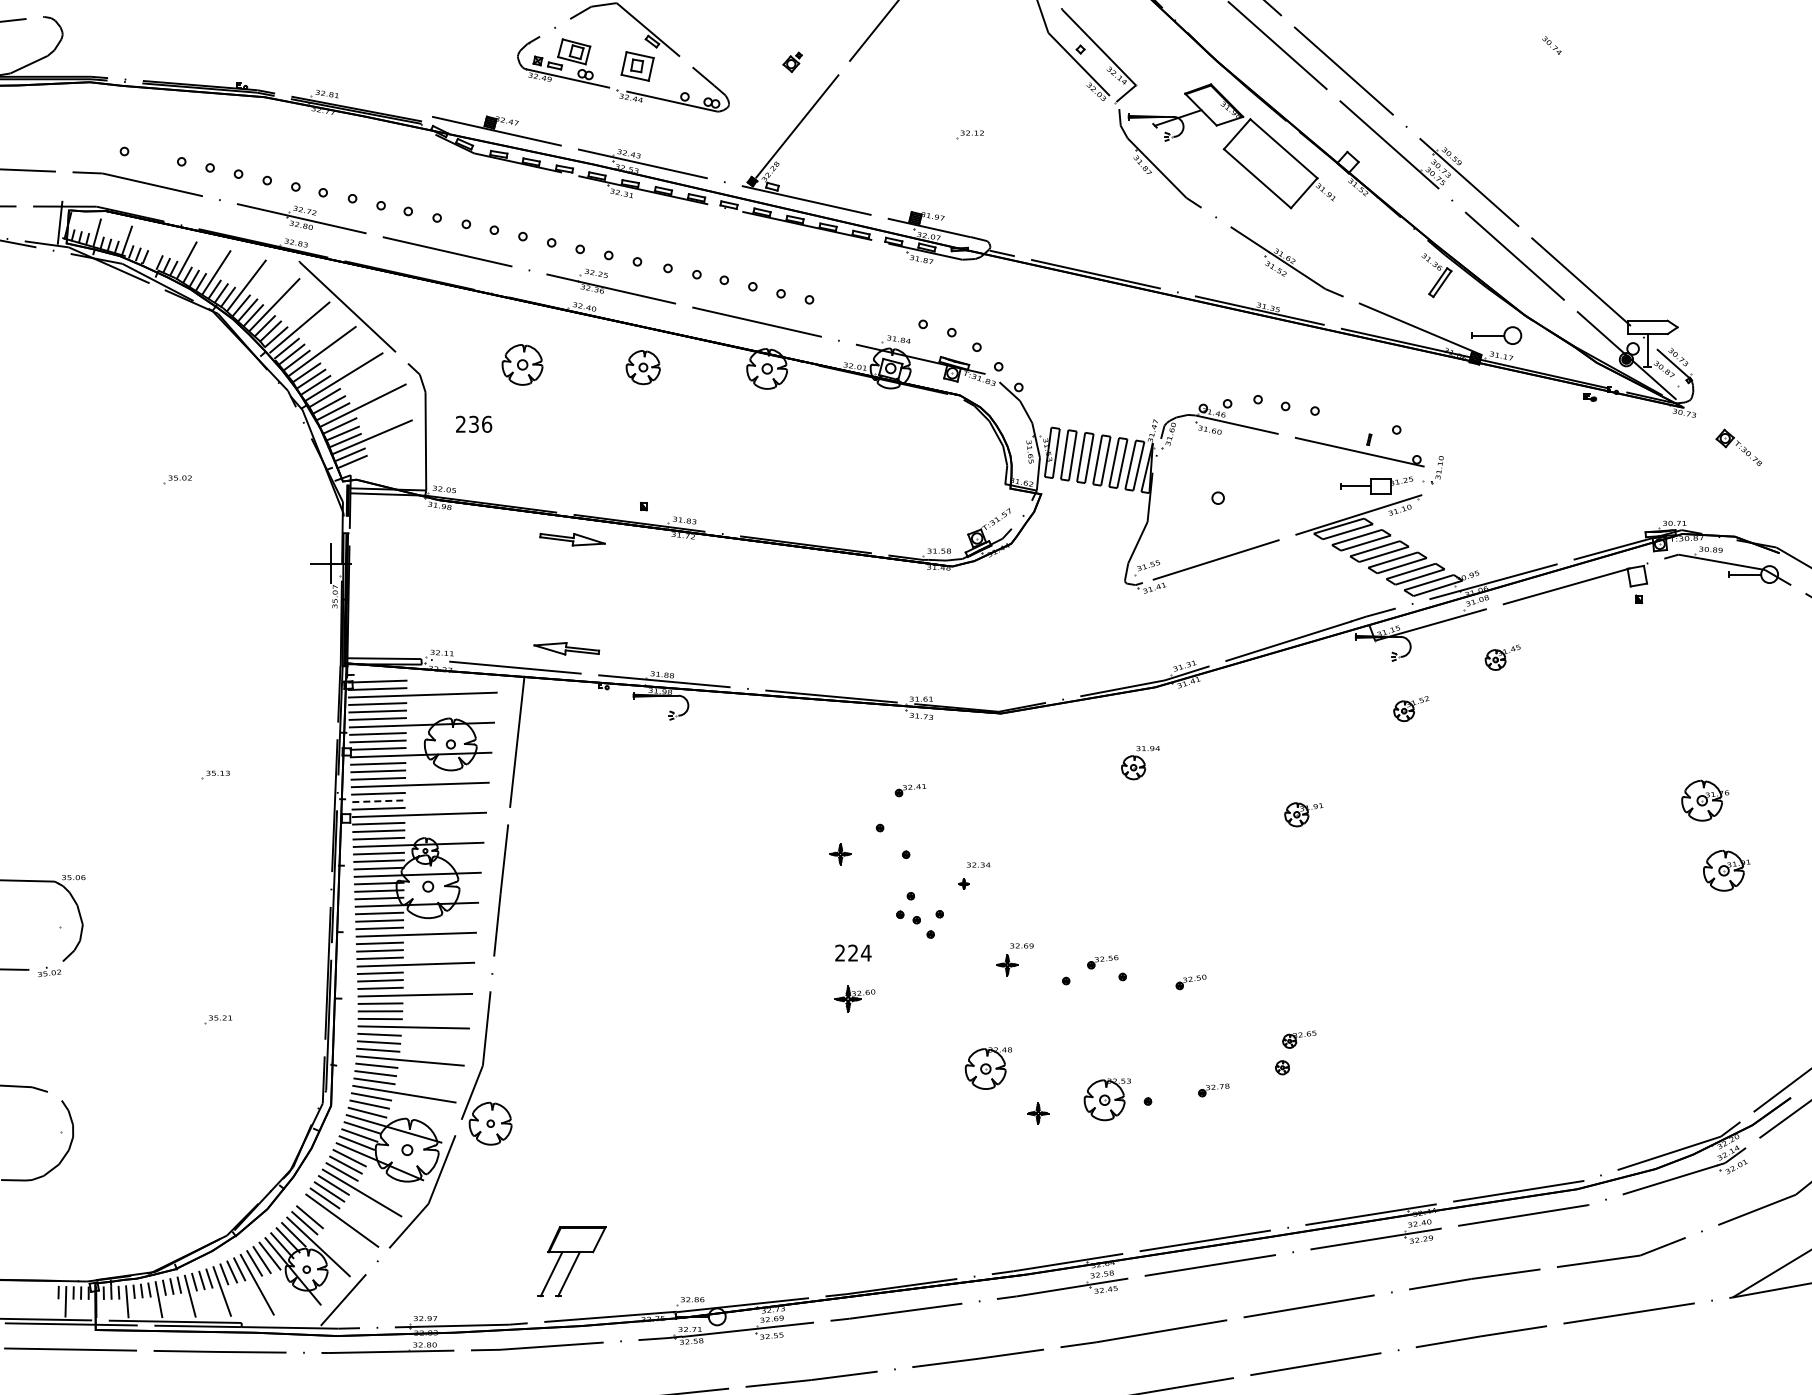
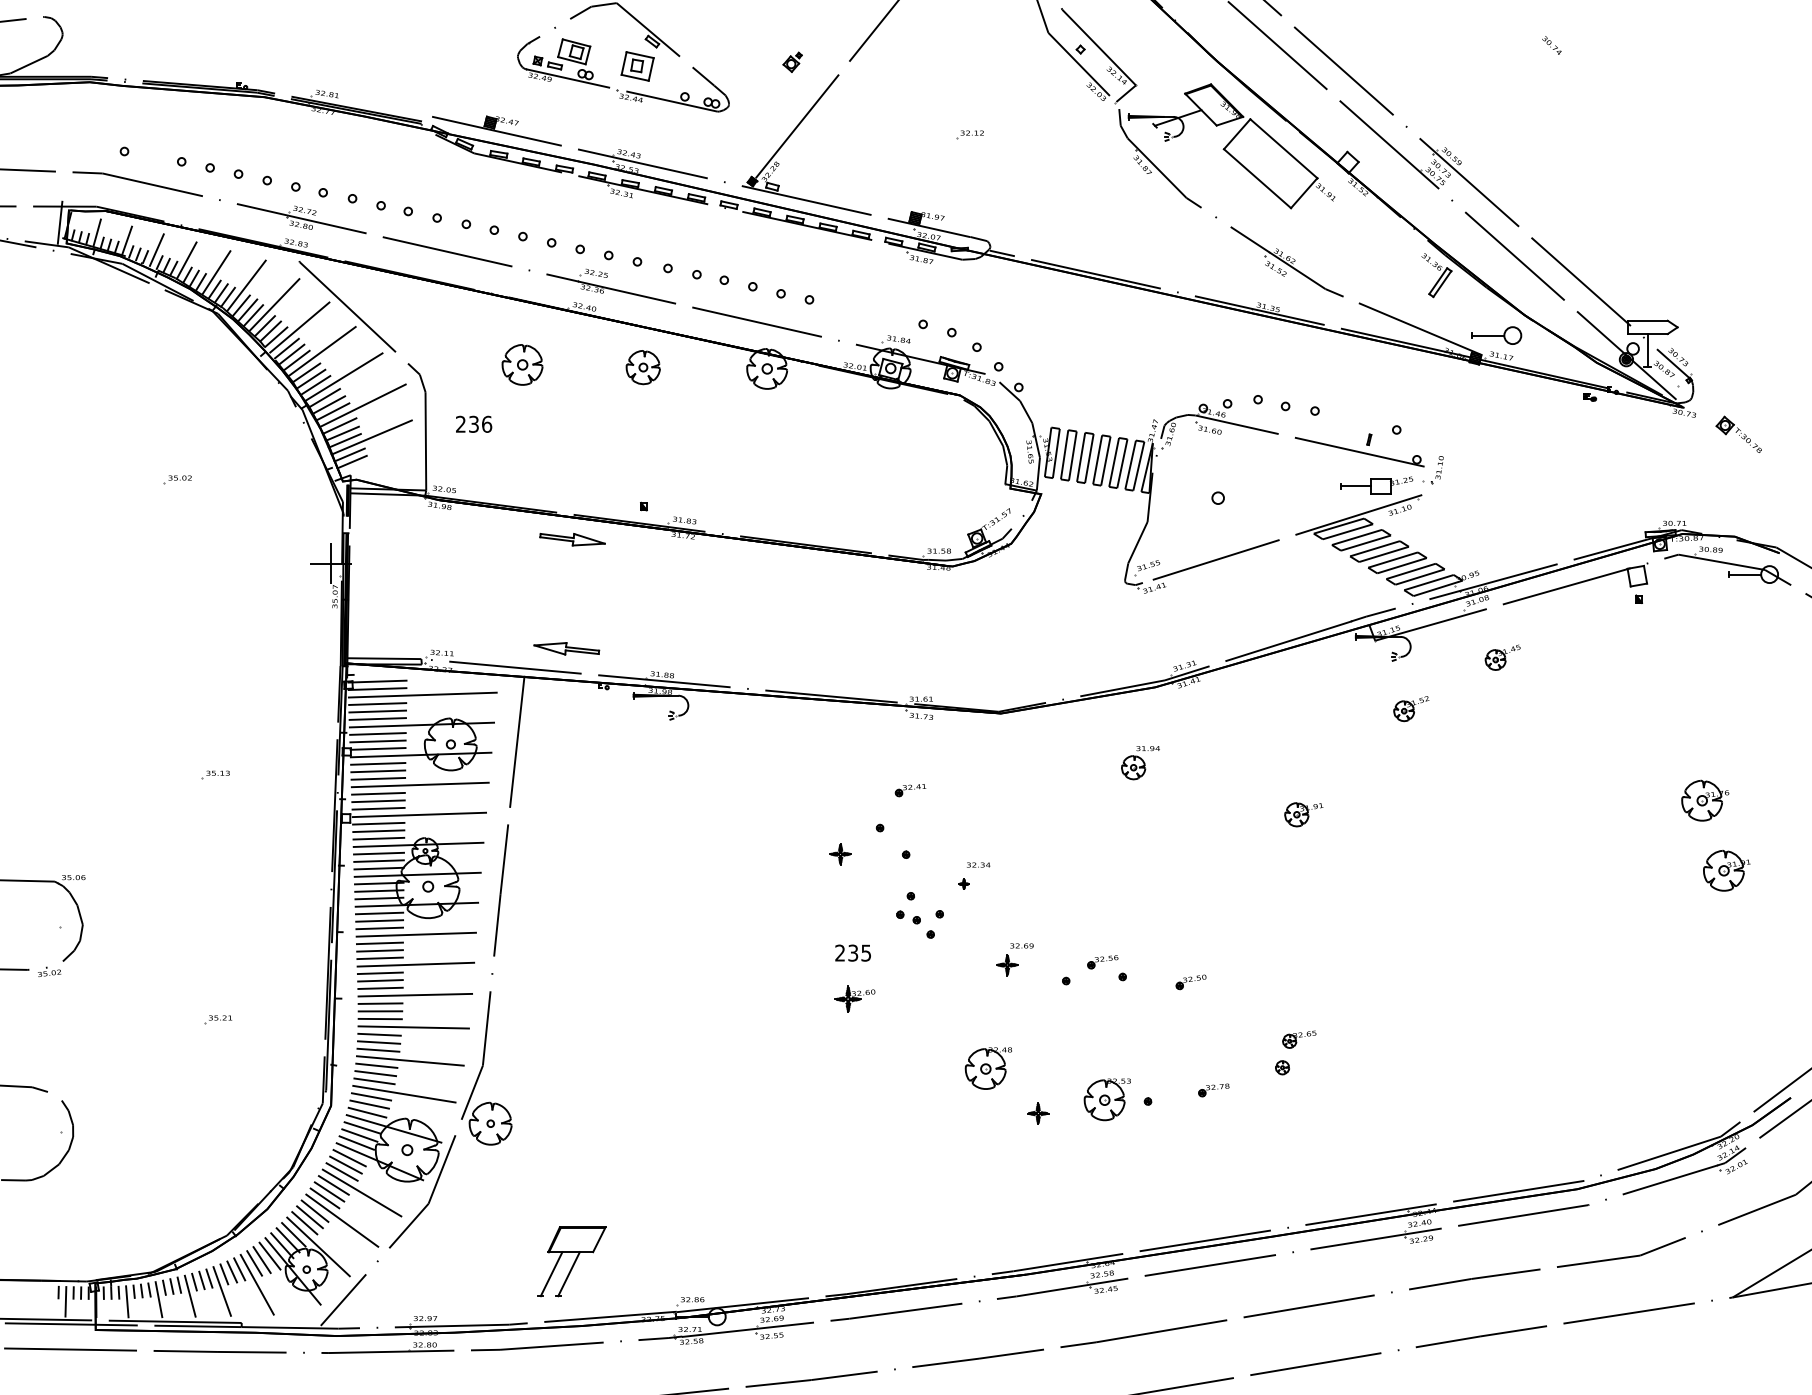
line at (156, 249): none -> present
part at (1738, 446) position: (1738, 446) -> (1738, 433)
line at (379, 801): dashed -> solid
text at (859, 952): 224 -> 235
line at (314, 1210): none -> present
